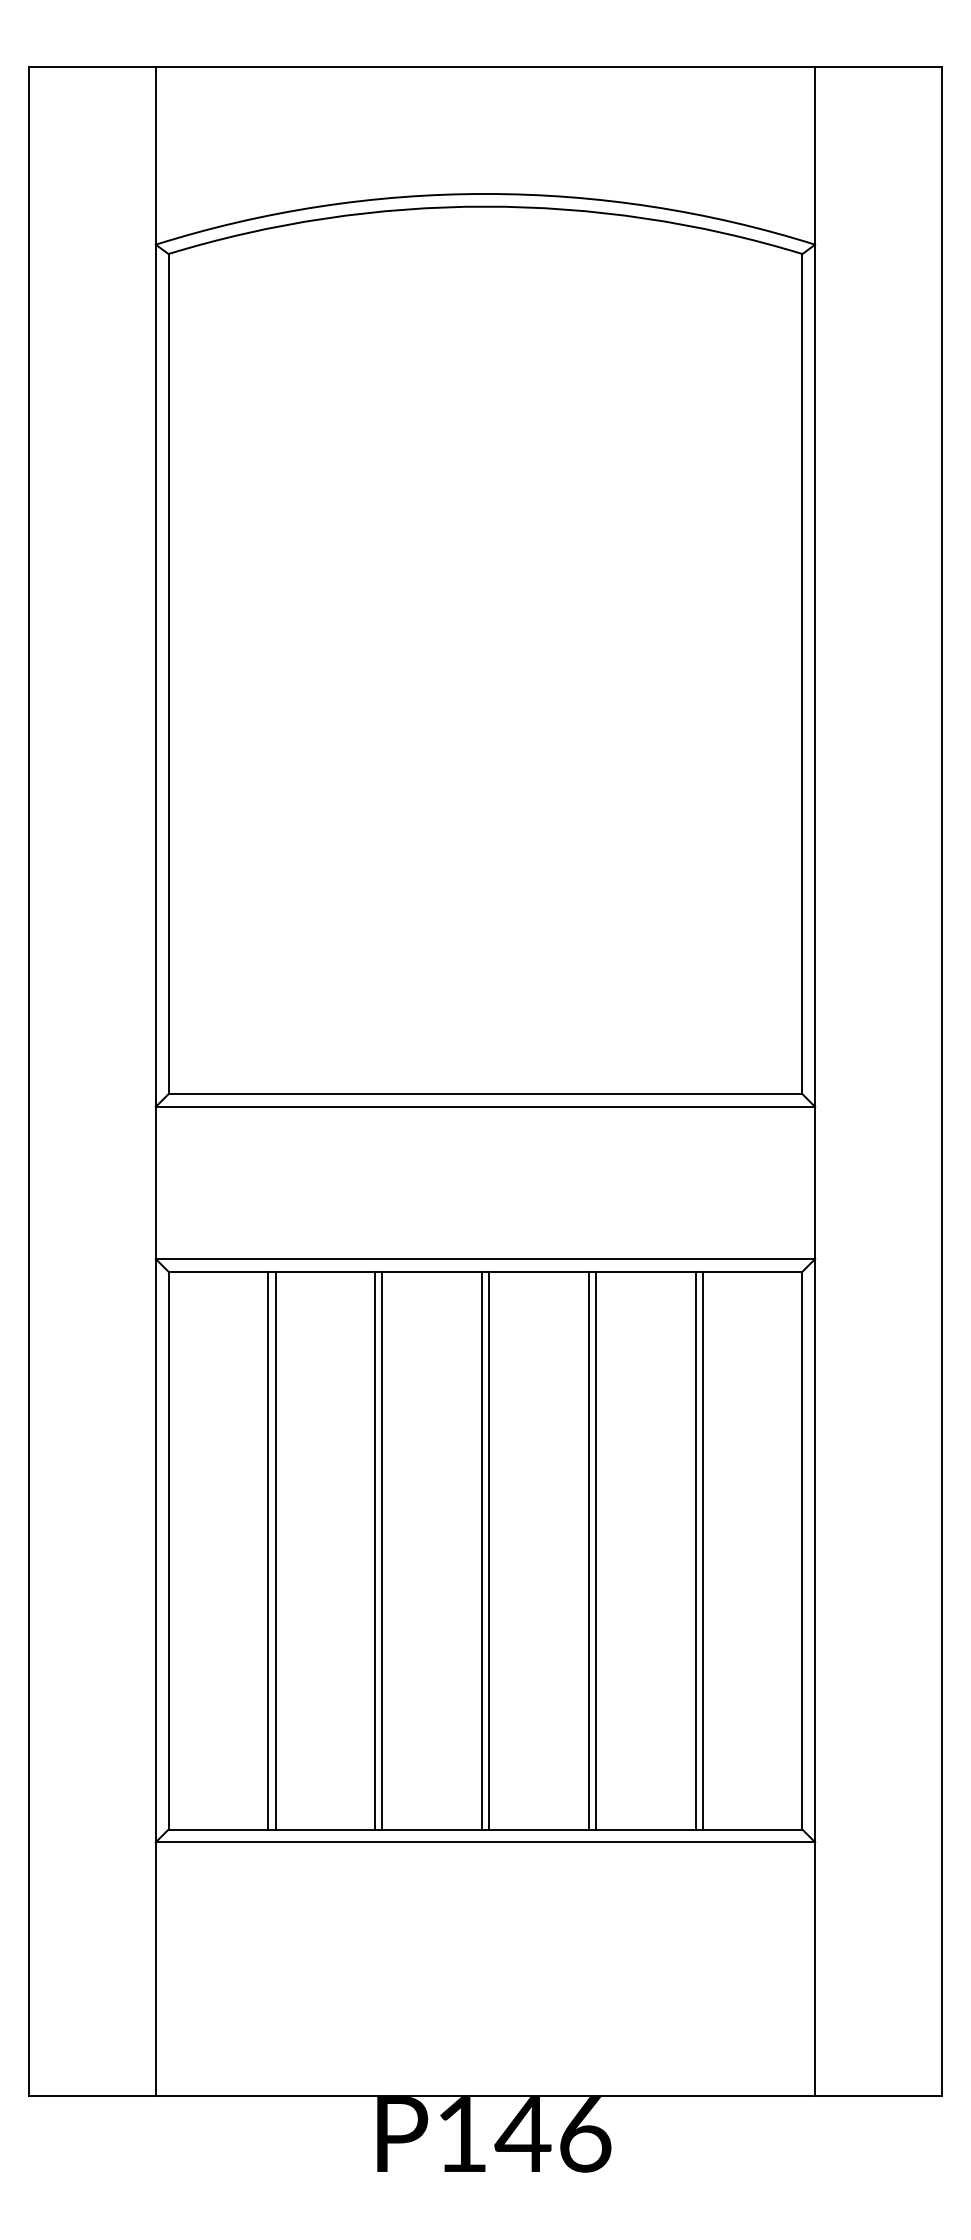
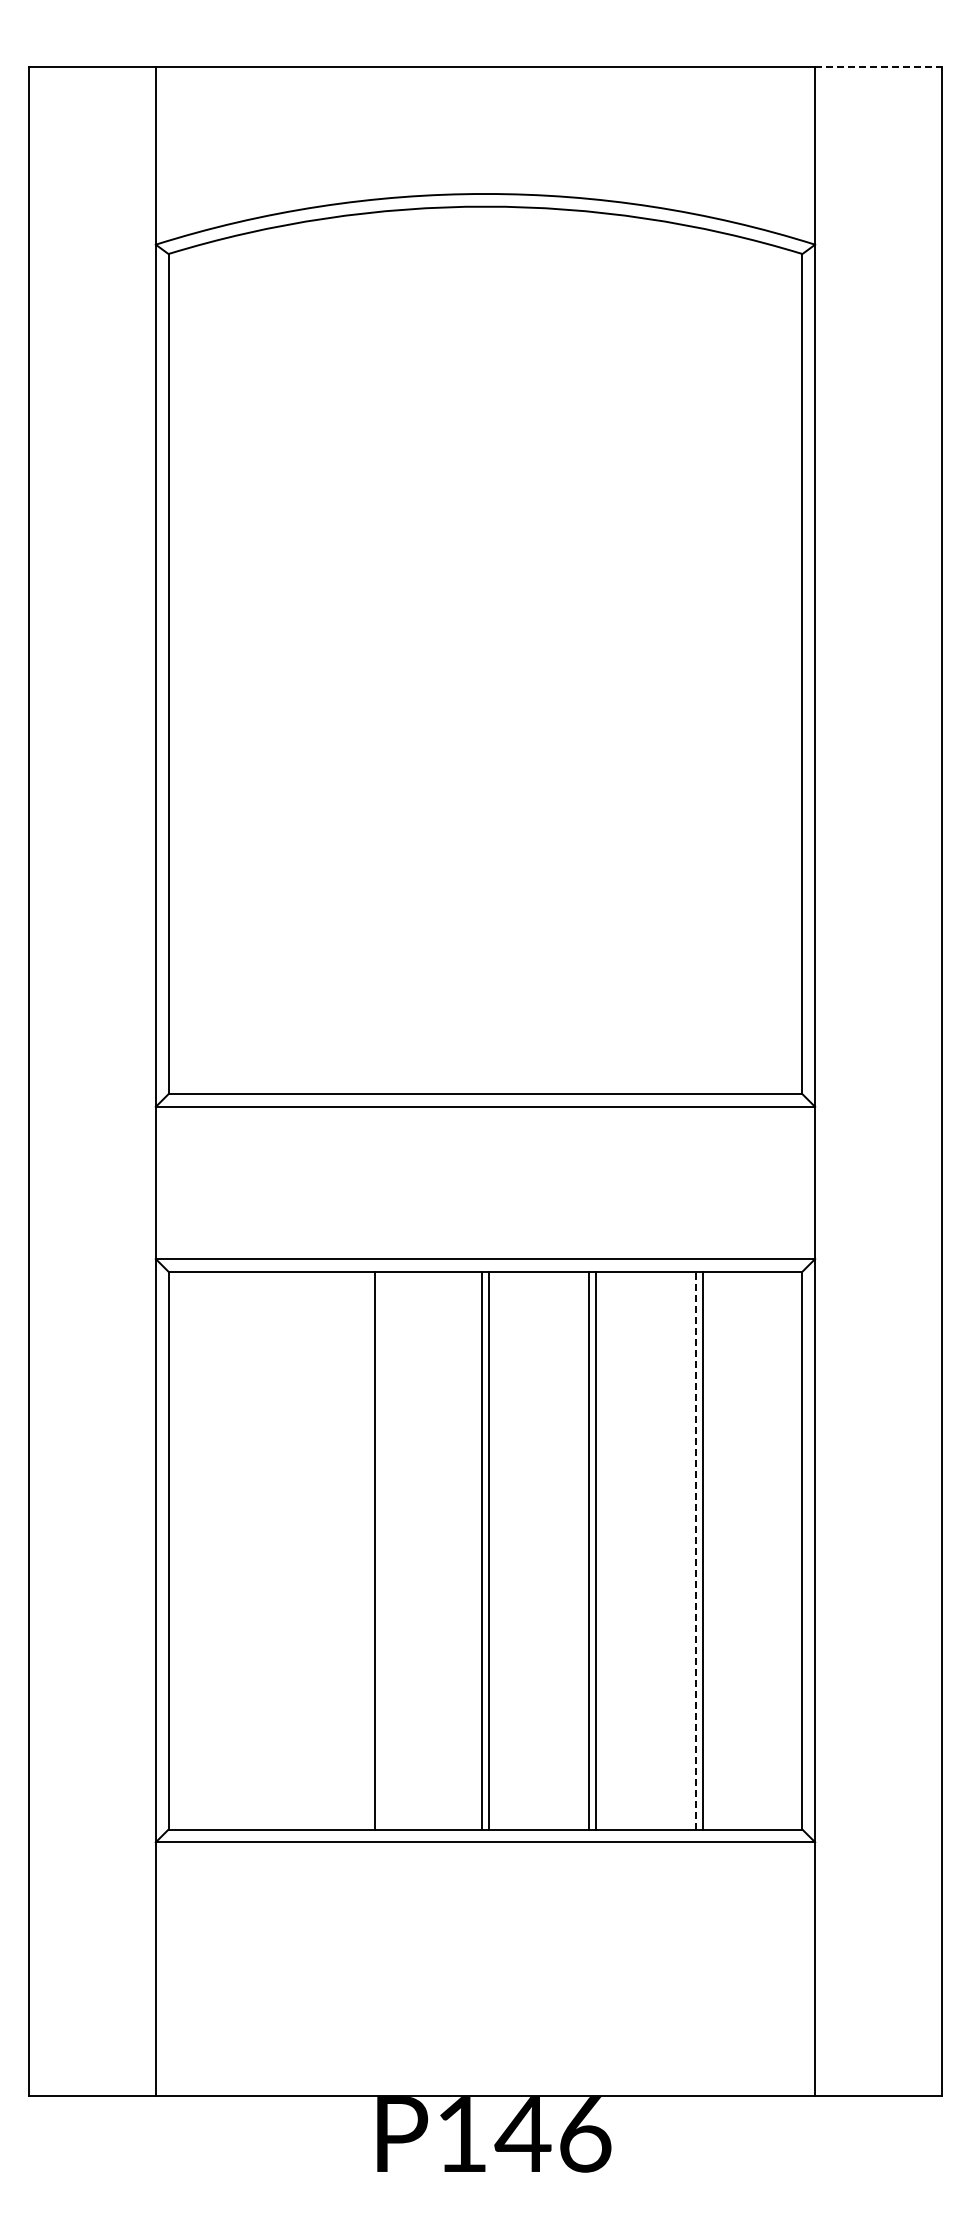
line at (879, 67): solid -> dashed
line at (267, 1550): present -> none
line at (275, 1550): present -> none
line at (382, 1550): present -> none
line at (695, 1550): solid -> dashed
